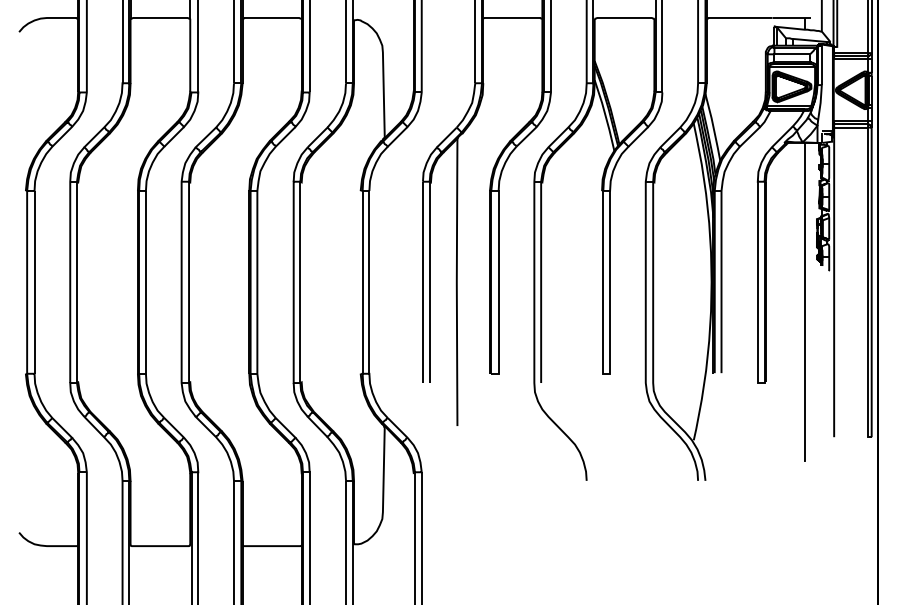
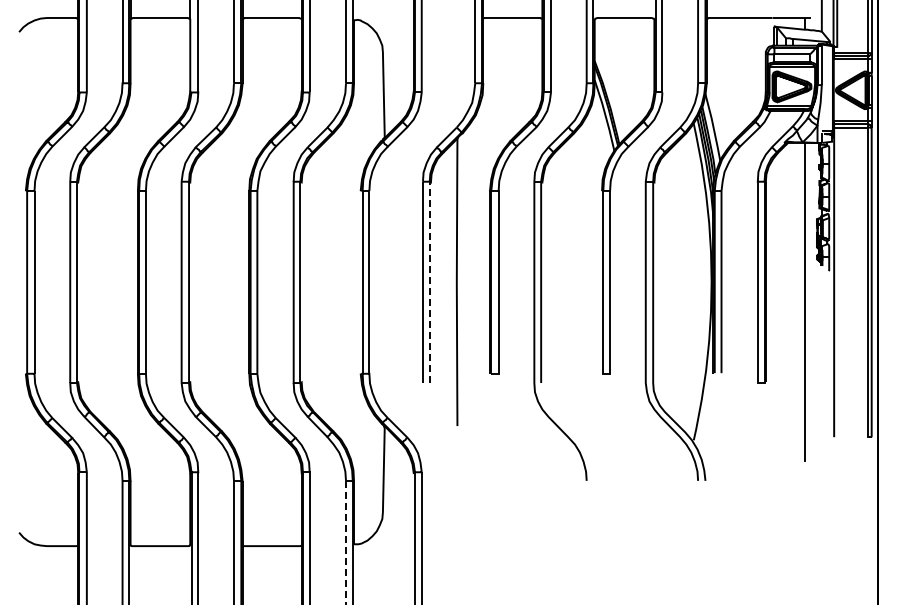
line at (429, 282): solid -> dashed
line at (346, 542): solid -> dashed
